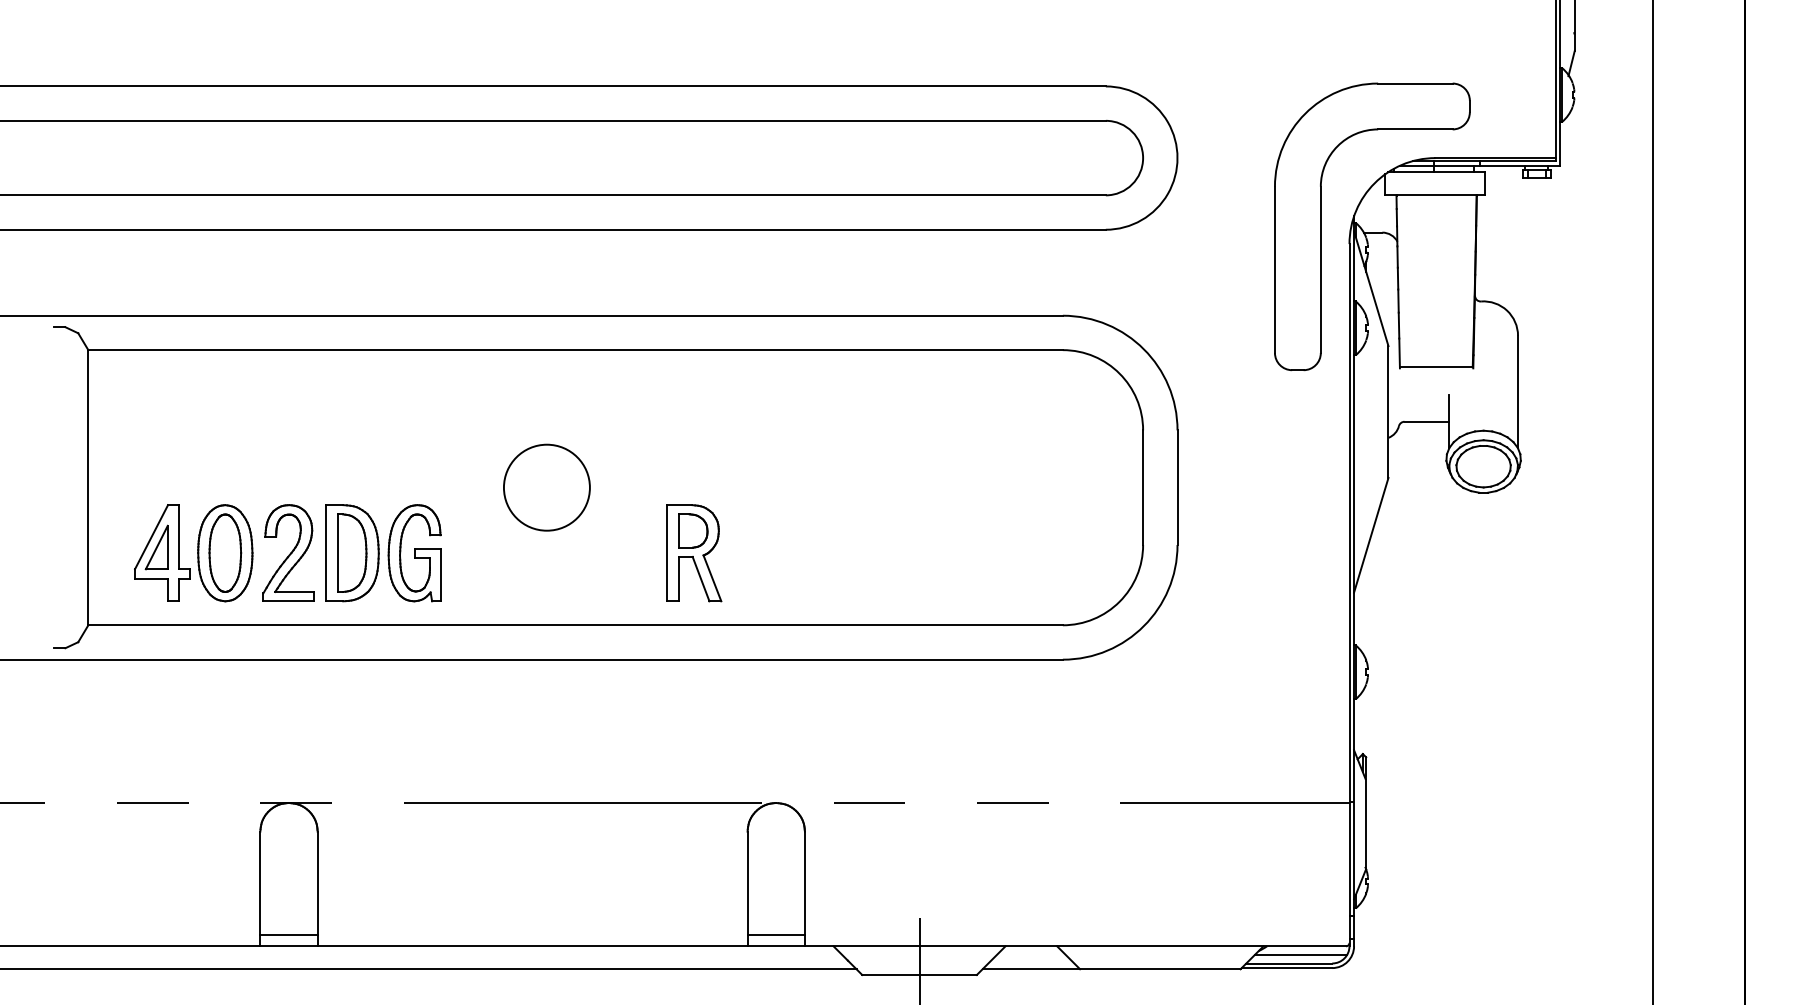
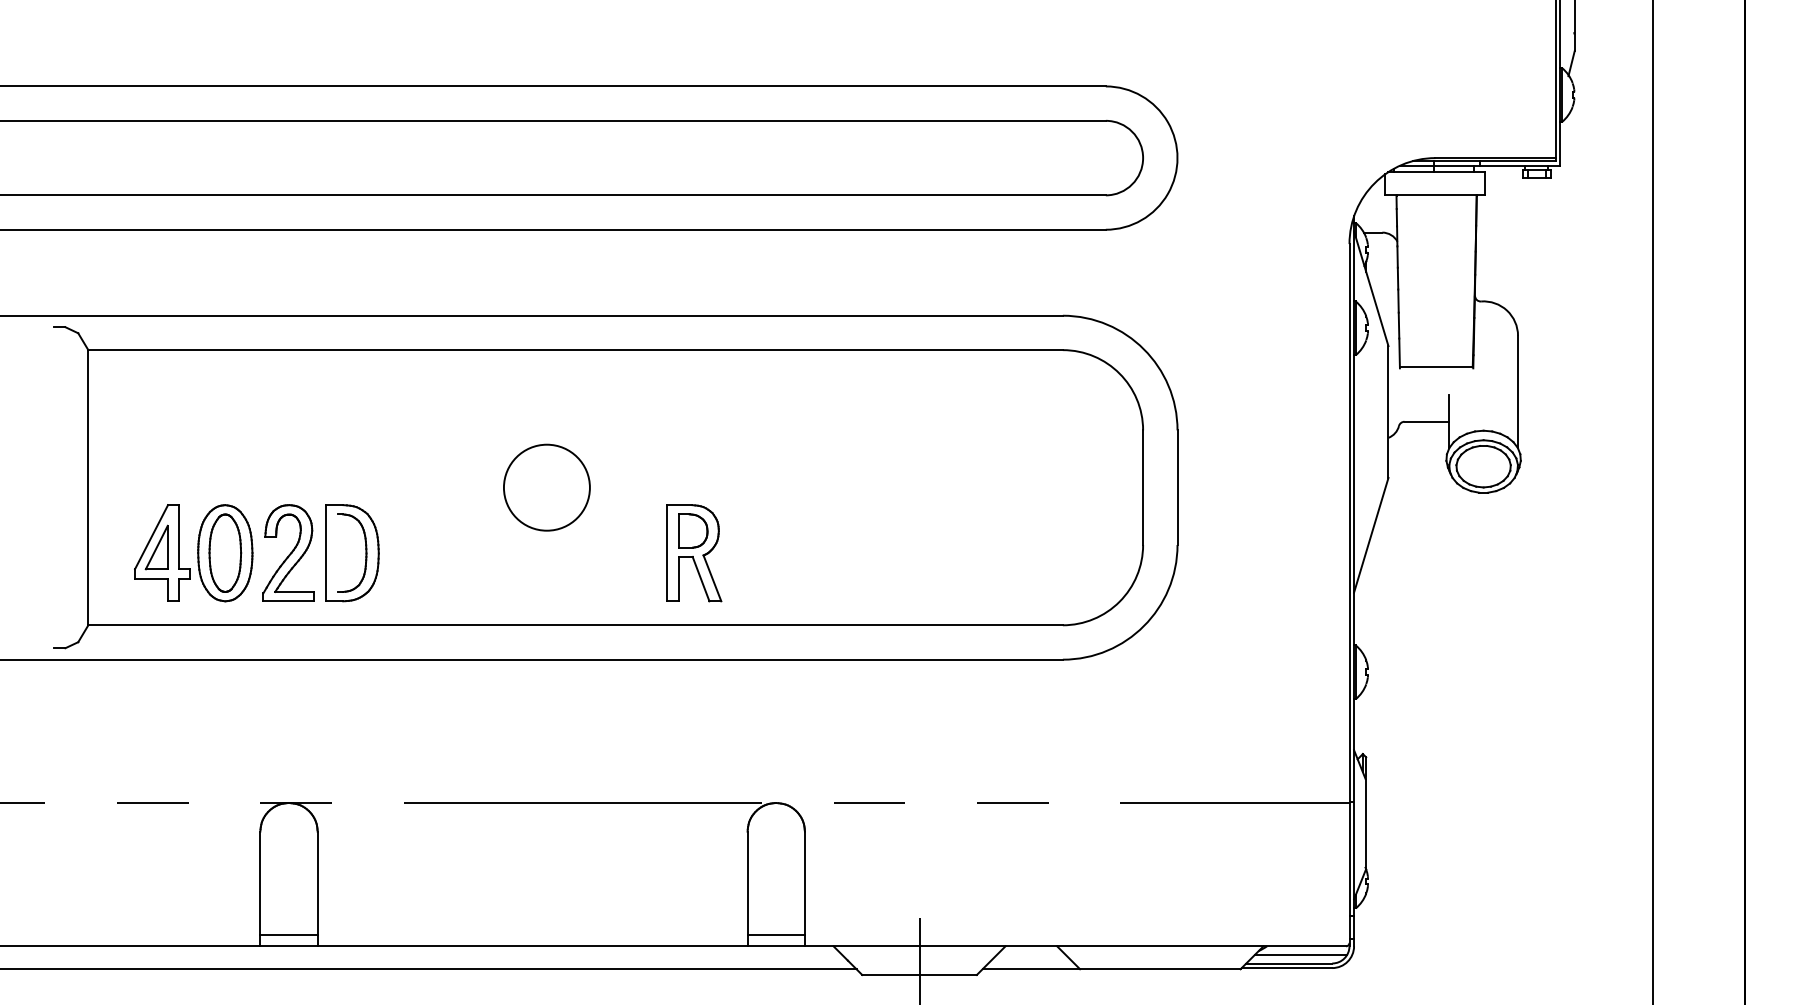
part at (1321, 226): present -> none
line at (337, 552): present -> none
part at (414, 553): present -> none
